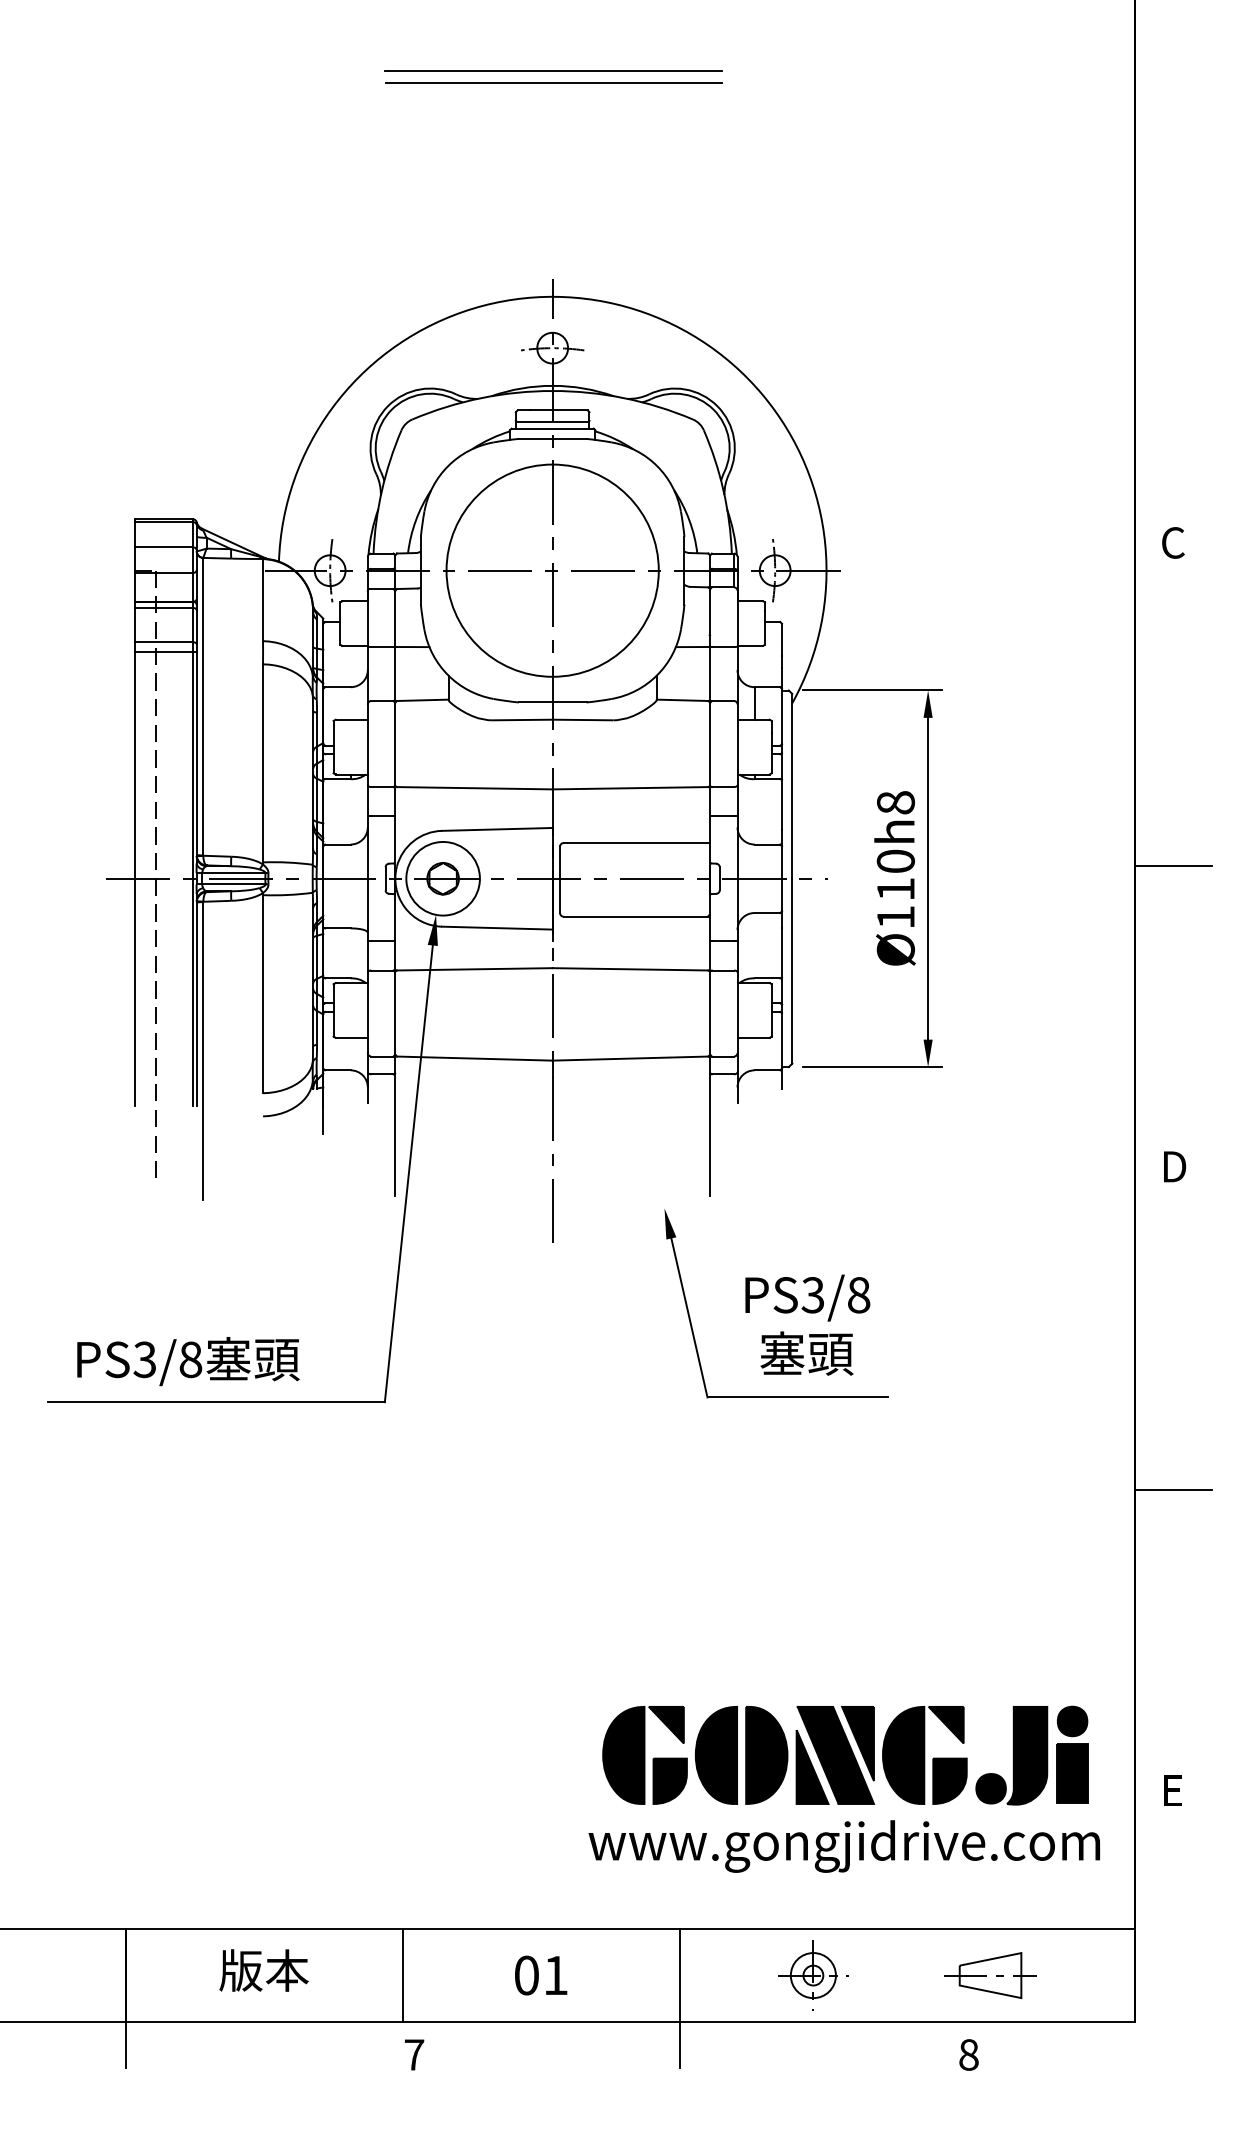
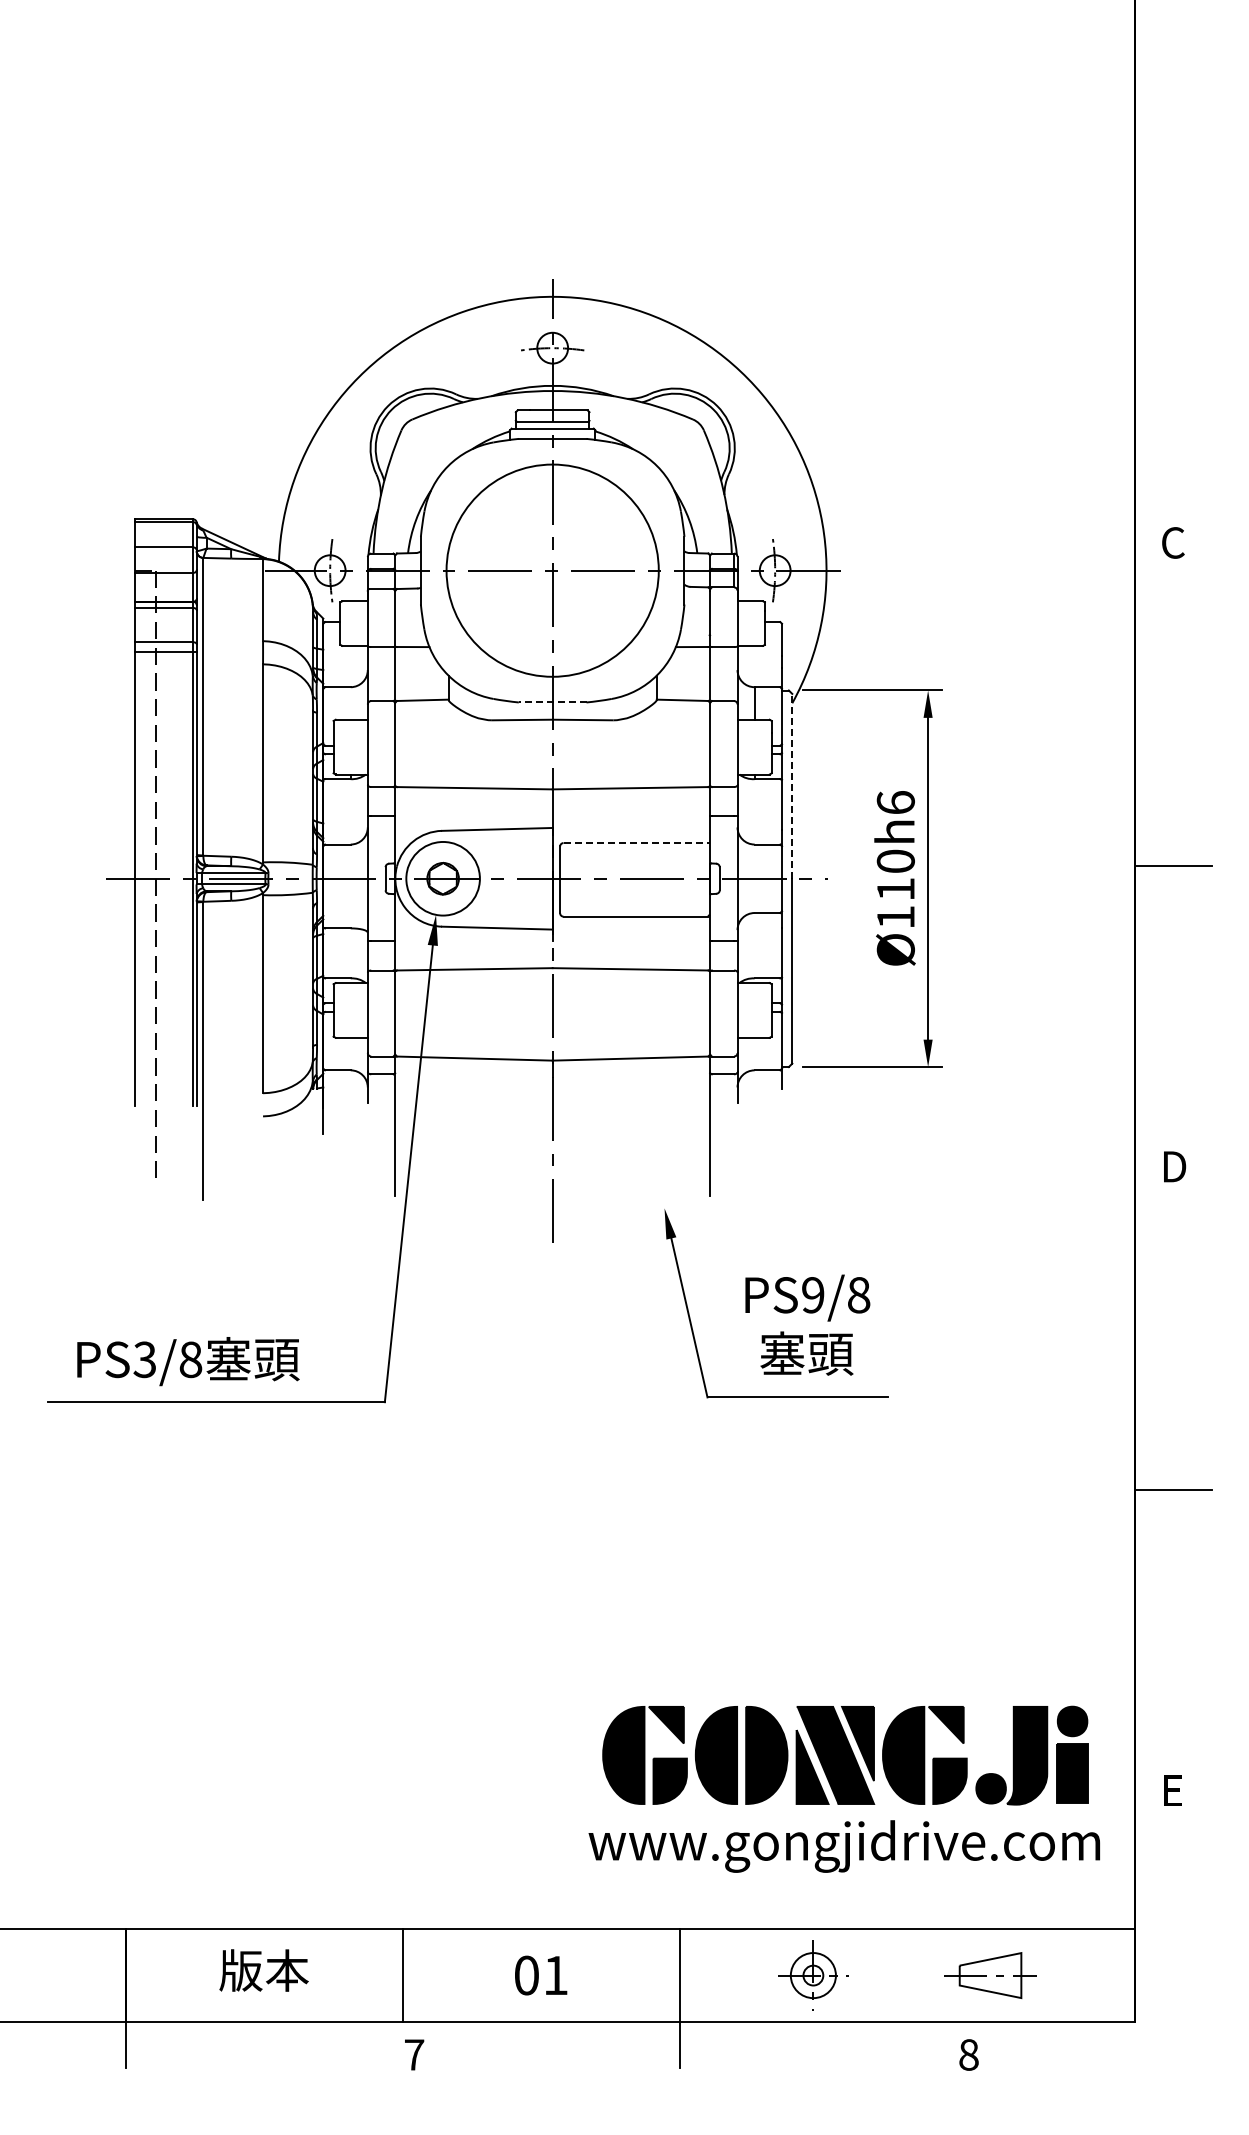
line at (553, 71): present -> none
line at (553, 82): present -> none
line at (552, 702): solid -> dashed
line at (792, 785): solid -> dashed
text at (895, 802): Ø110h8 -> Ø110h6
line at (637, 843): solid -> dashed
text at (812, 1295): PS3/8 -> PS9/8
